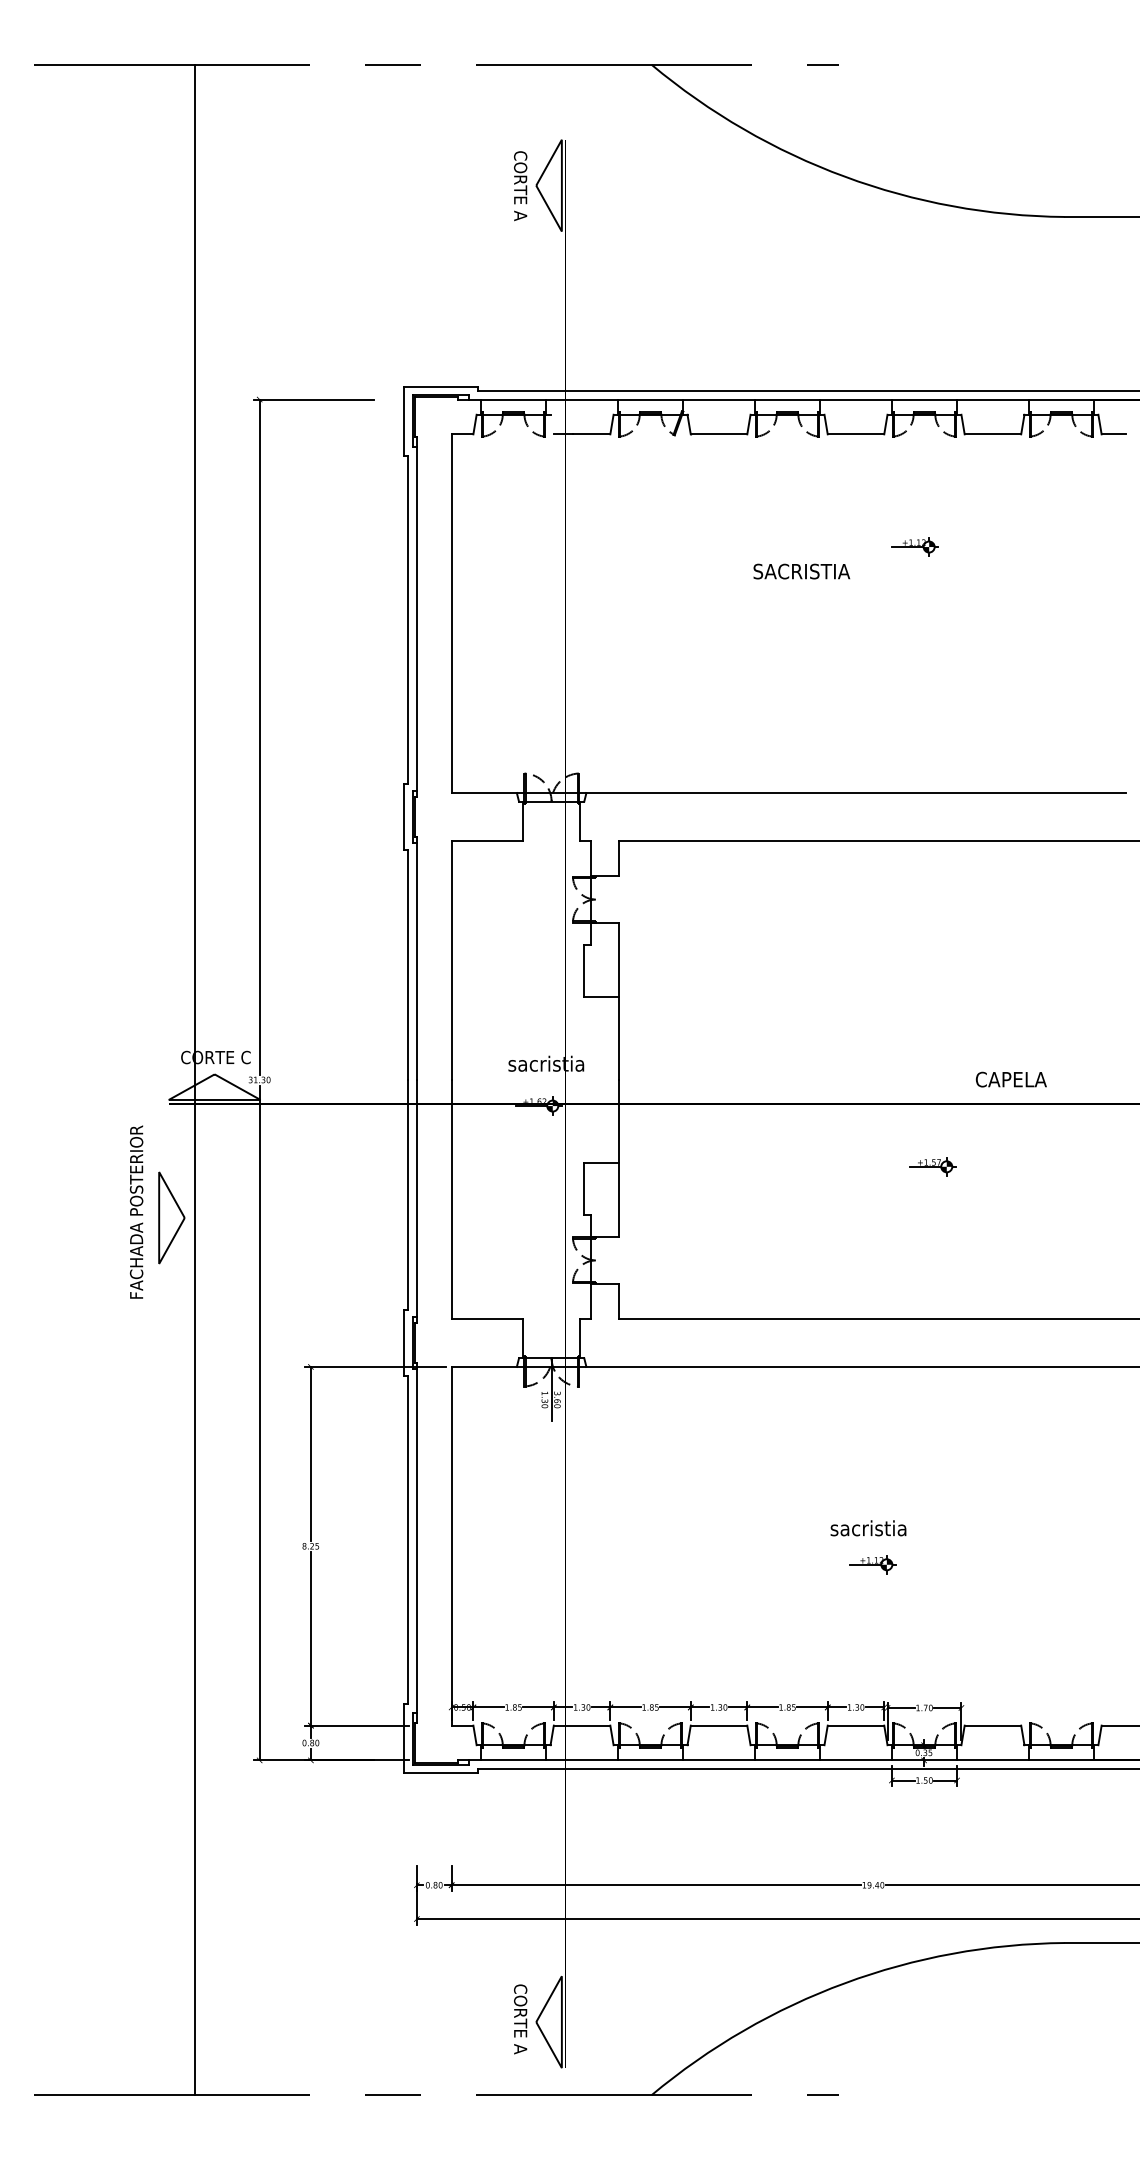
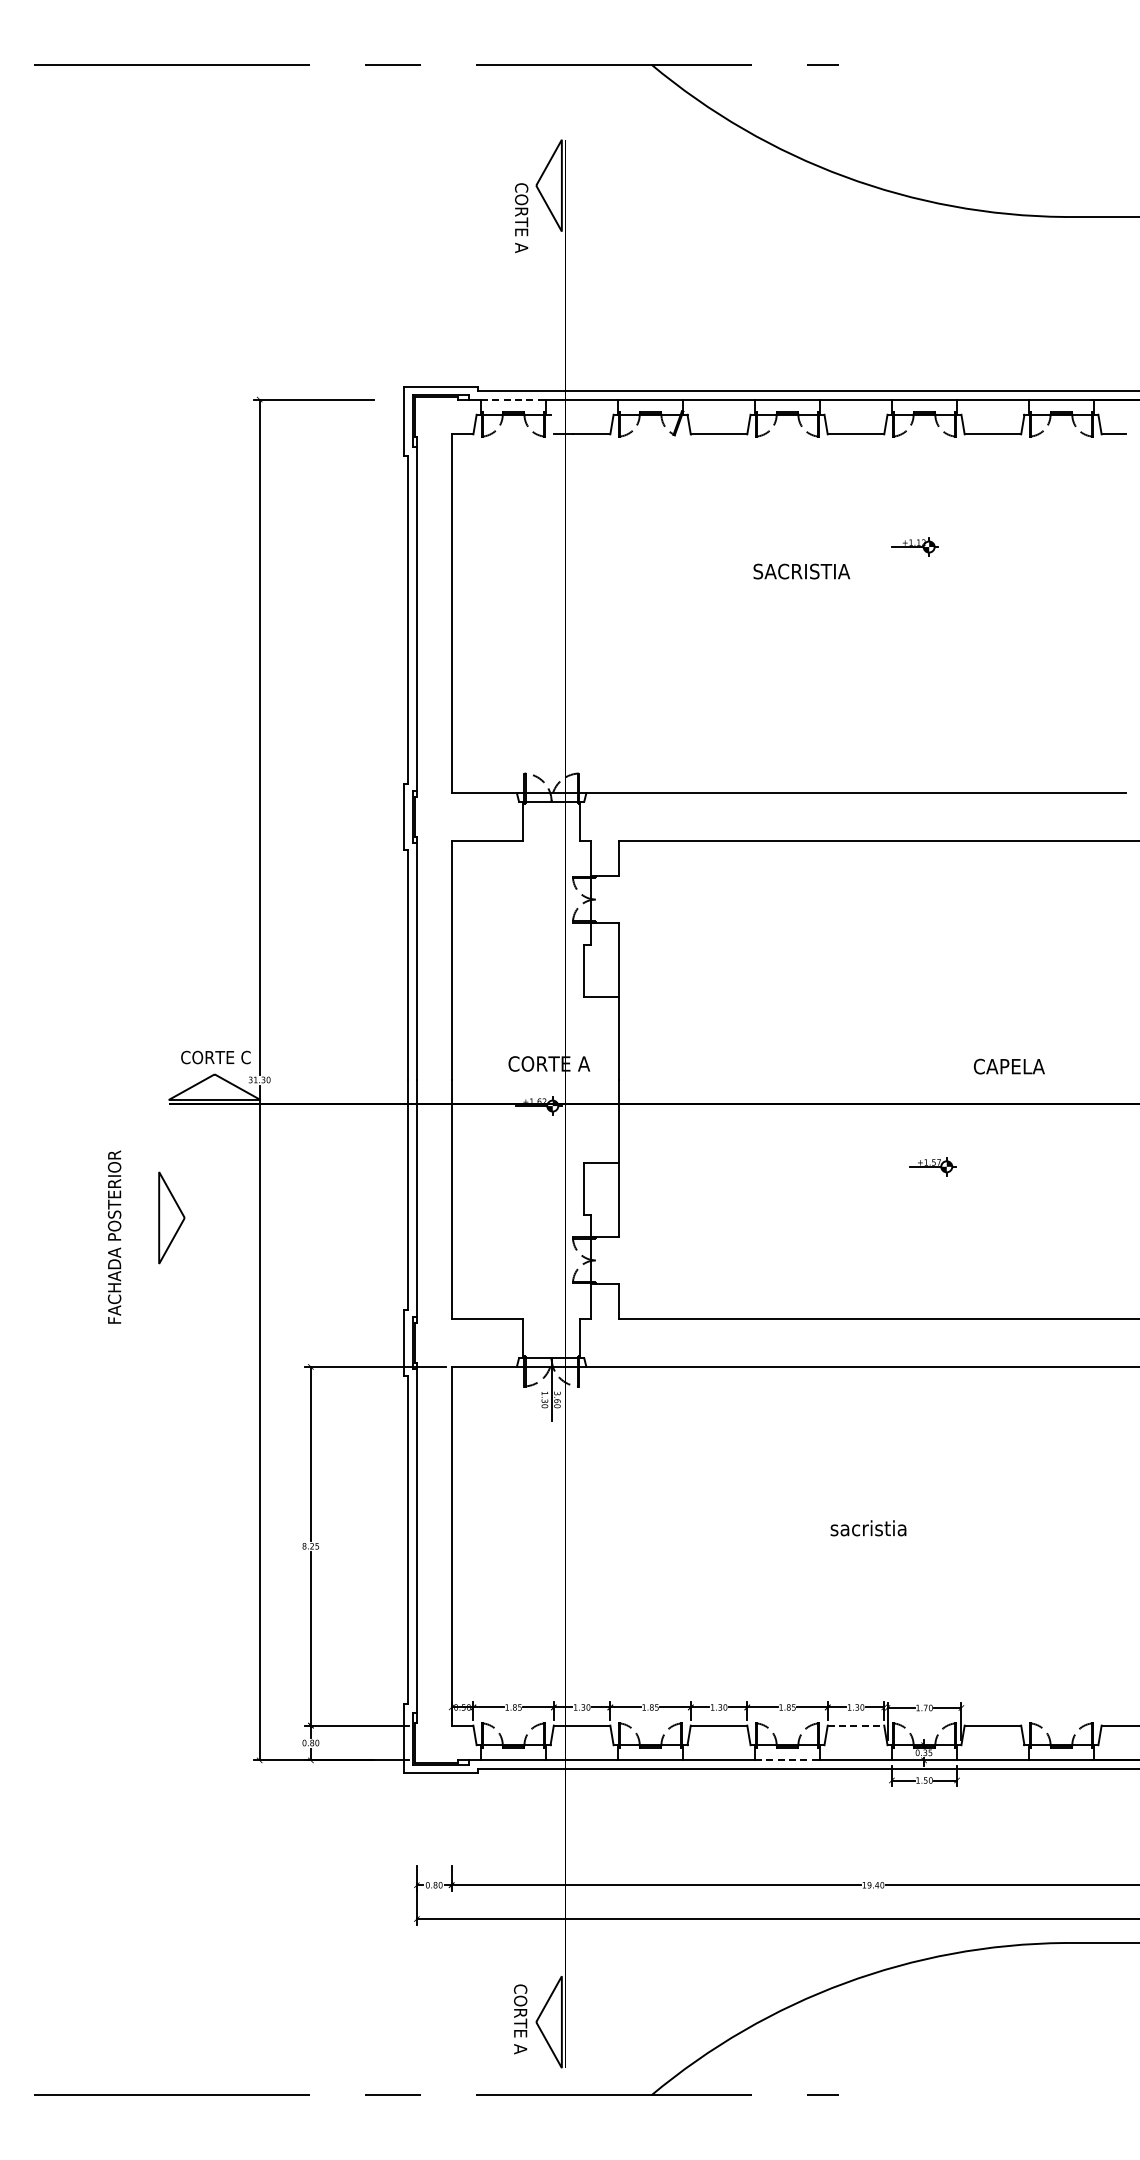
text at (520, 186) position: (520, 186) -> (521, 218)
line at (513, 399): solid -> dashed
text at (549, 1063): sacristia -> CORTE A
line at (195, 1079): present -> none
text at (1010, 1079) position: (1010, 1079) -> (1008, 1066)
text at (136, 1211) position: (136, 1211) -> (114, 1236)
part at (872, 1564): present -> none
line at (856, 1725): solid -> dashed
line at (787, 1760): solid -> dashed
